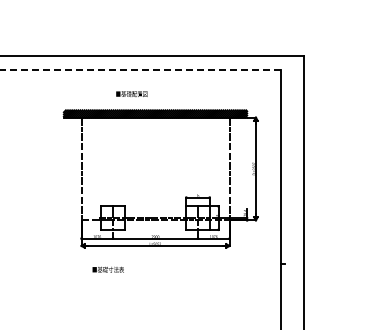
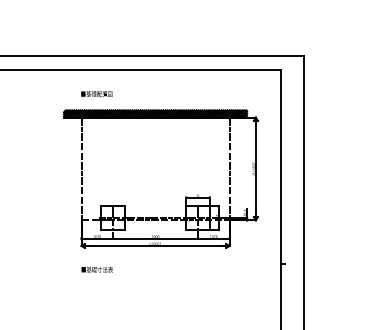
line at (140, 70): dashed -> solid
text at (131, 93) position: (131, 93) -> (96, 93)
text at (107, 269) position: (107, 269) -> (96, 269)
